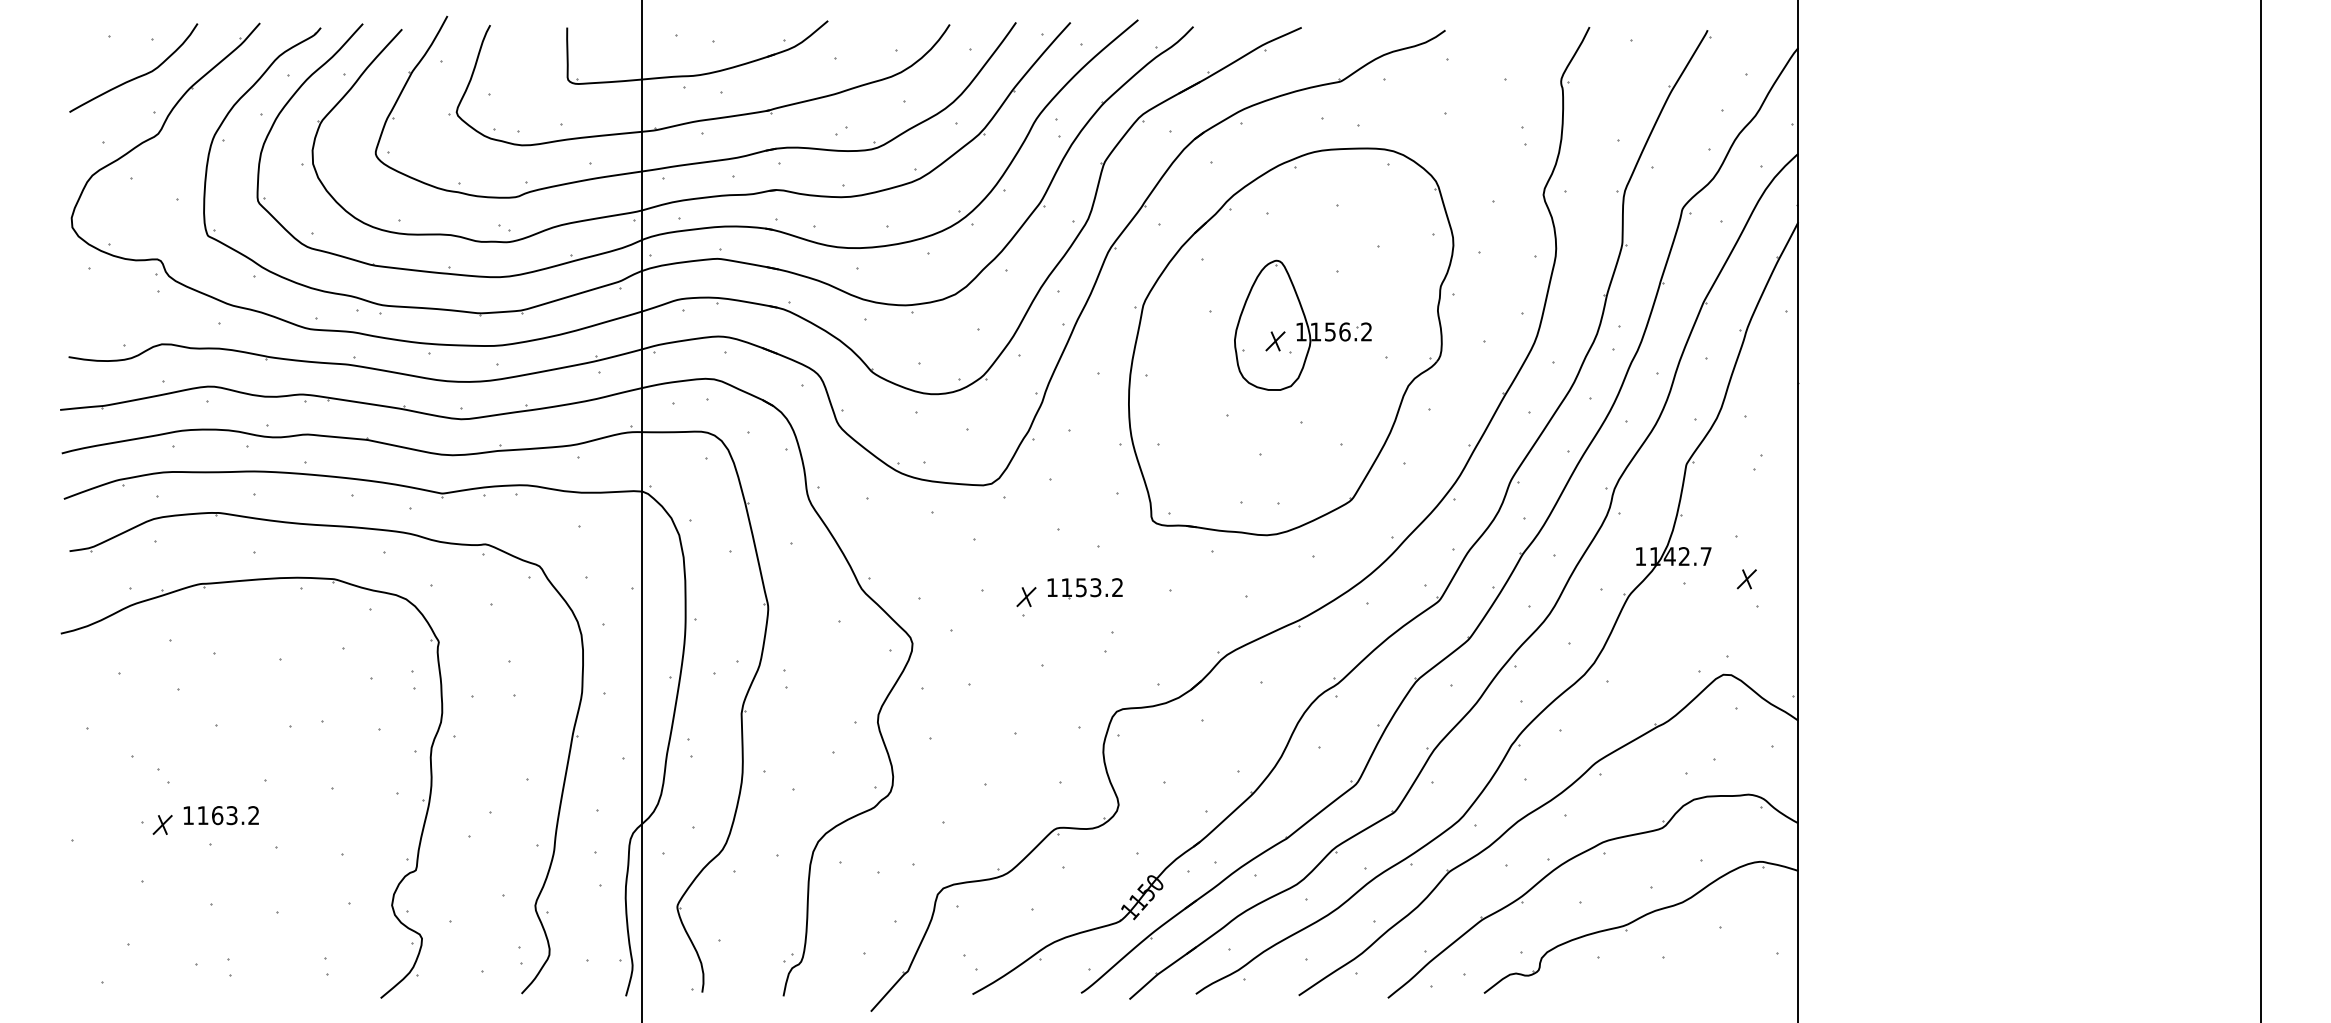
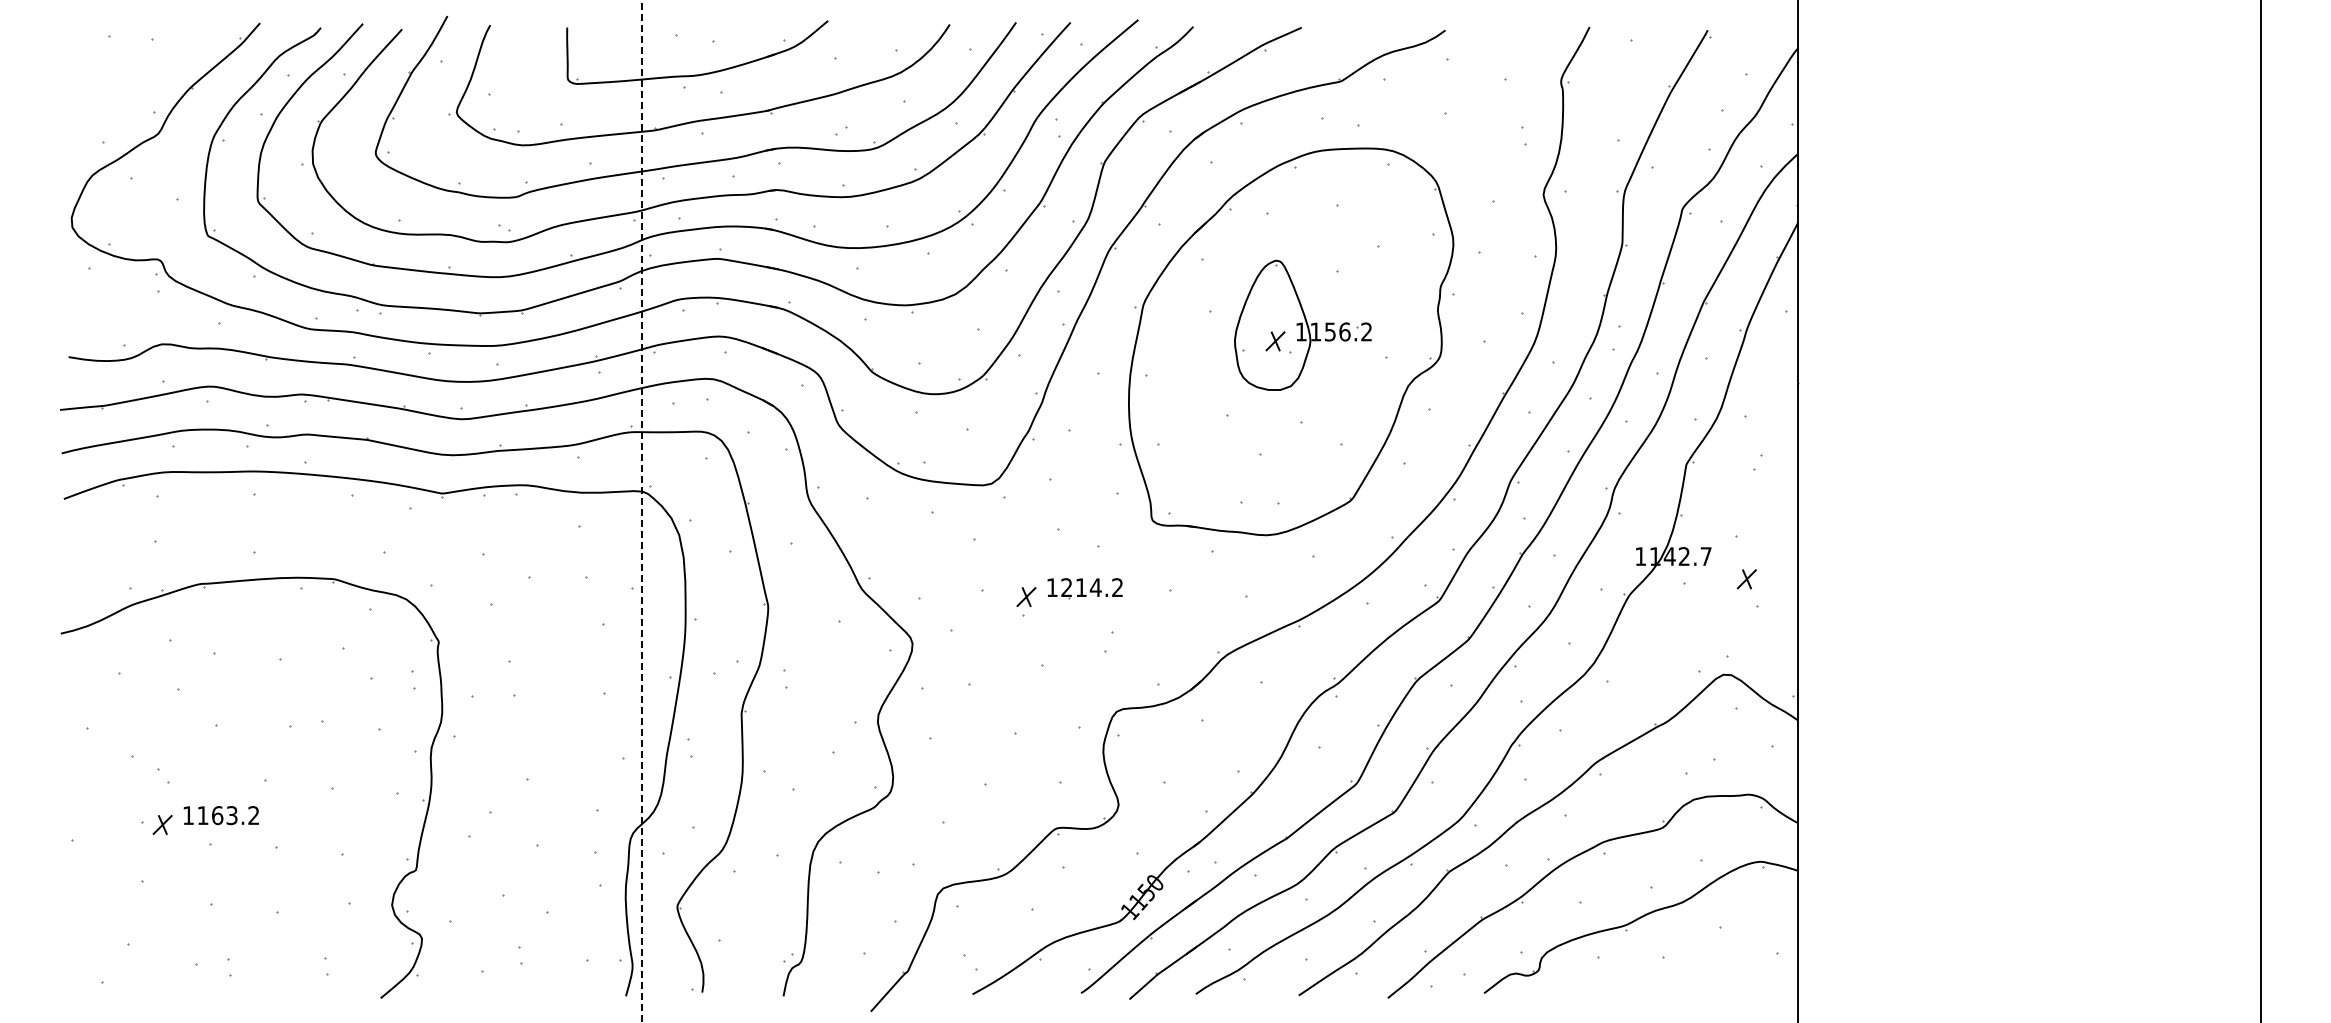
curve at (137, 76): present -> none
line at (641, 511): solid -> dashed
part at (337, 527): present -> none
text at (1081, 587): 1153.2 -> 1214.2
